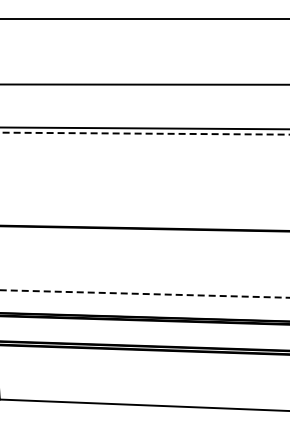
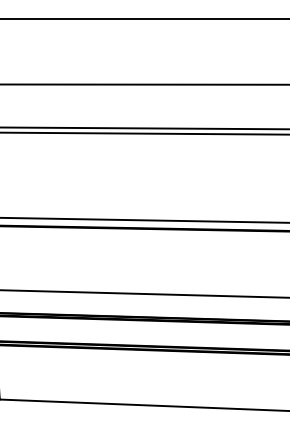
line at (144, 133): dashed -> solid
line at (144, 219): none -> present
line at (145, 294): dashed -> solid
